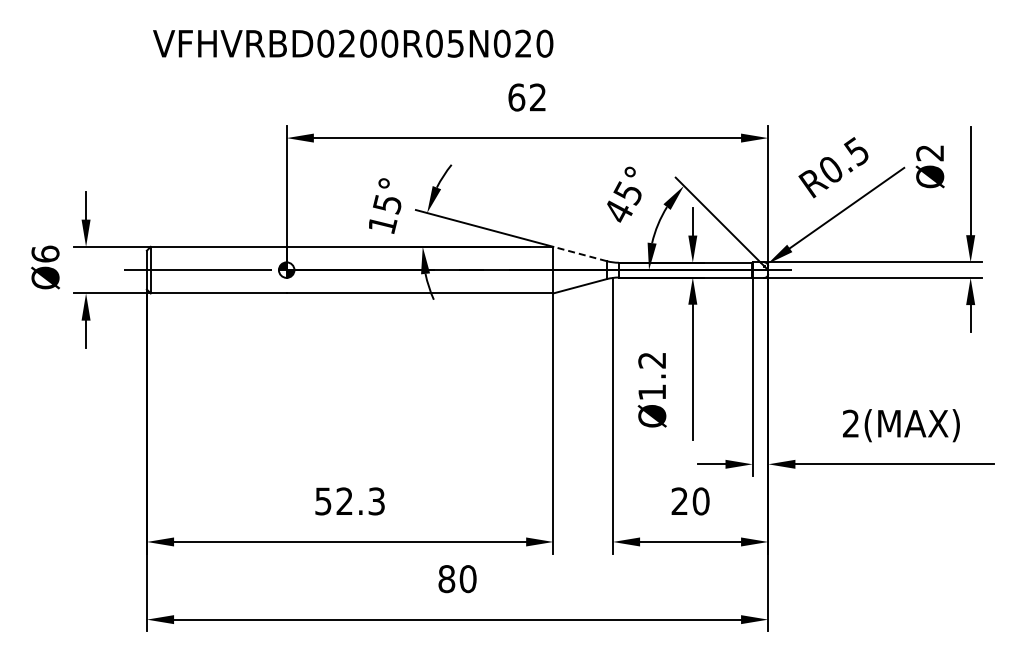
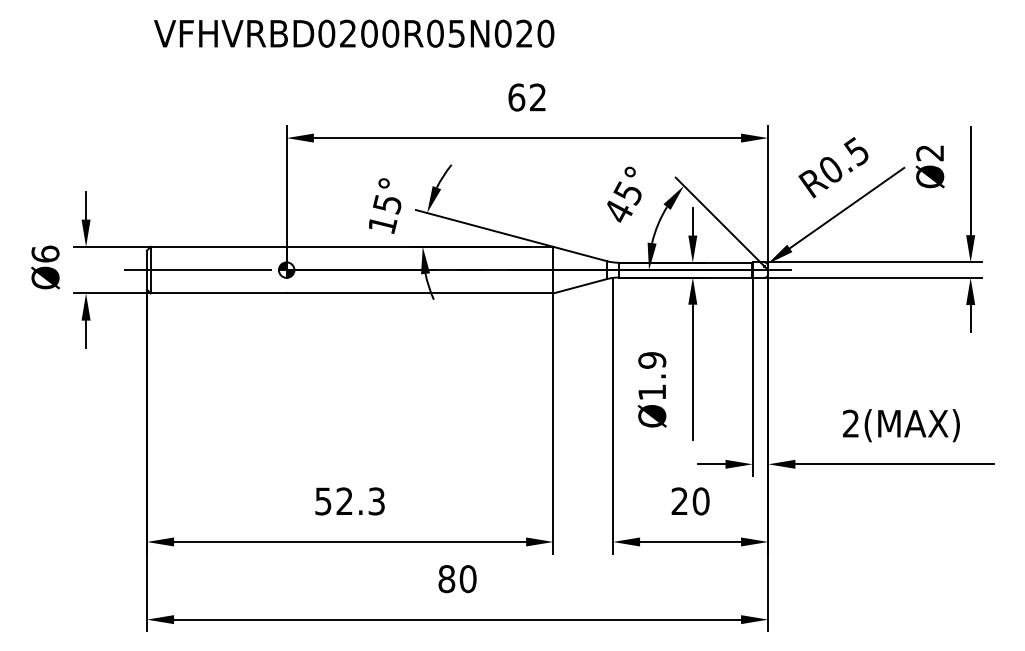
text at (353, 43) position: (353, 43) -> (354, 33)
line at (580, 254): dashed -> solid
text at (652, 360): Ø1.2 -> Ø1.9
